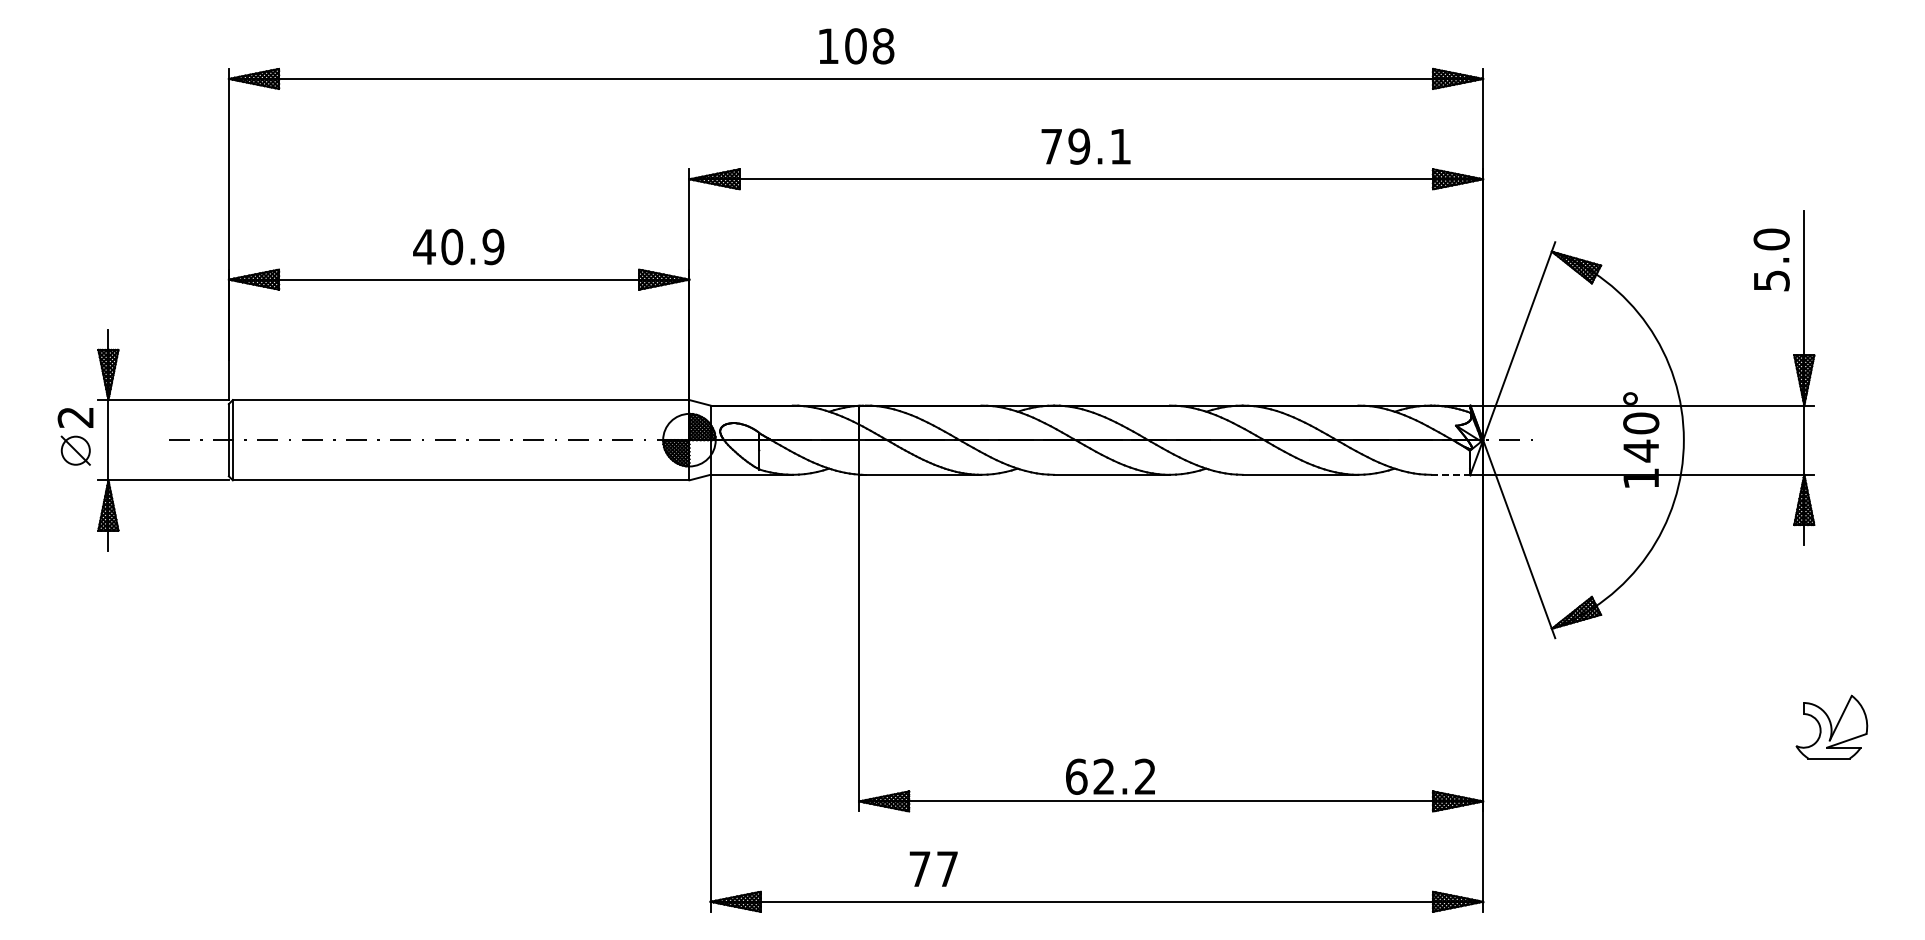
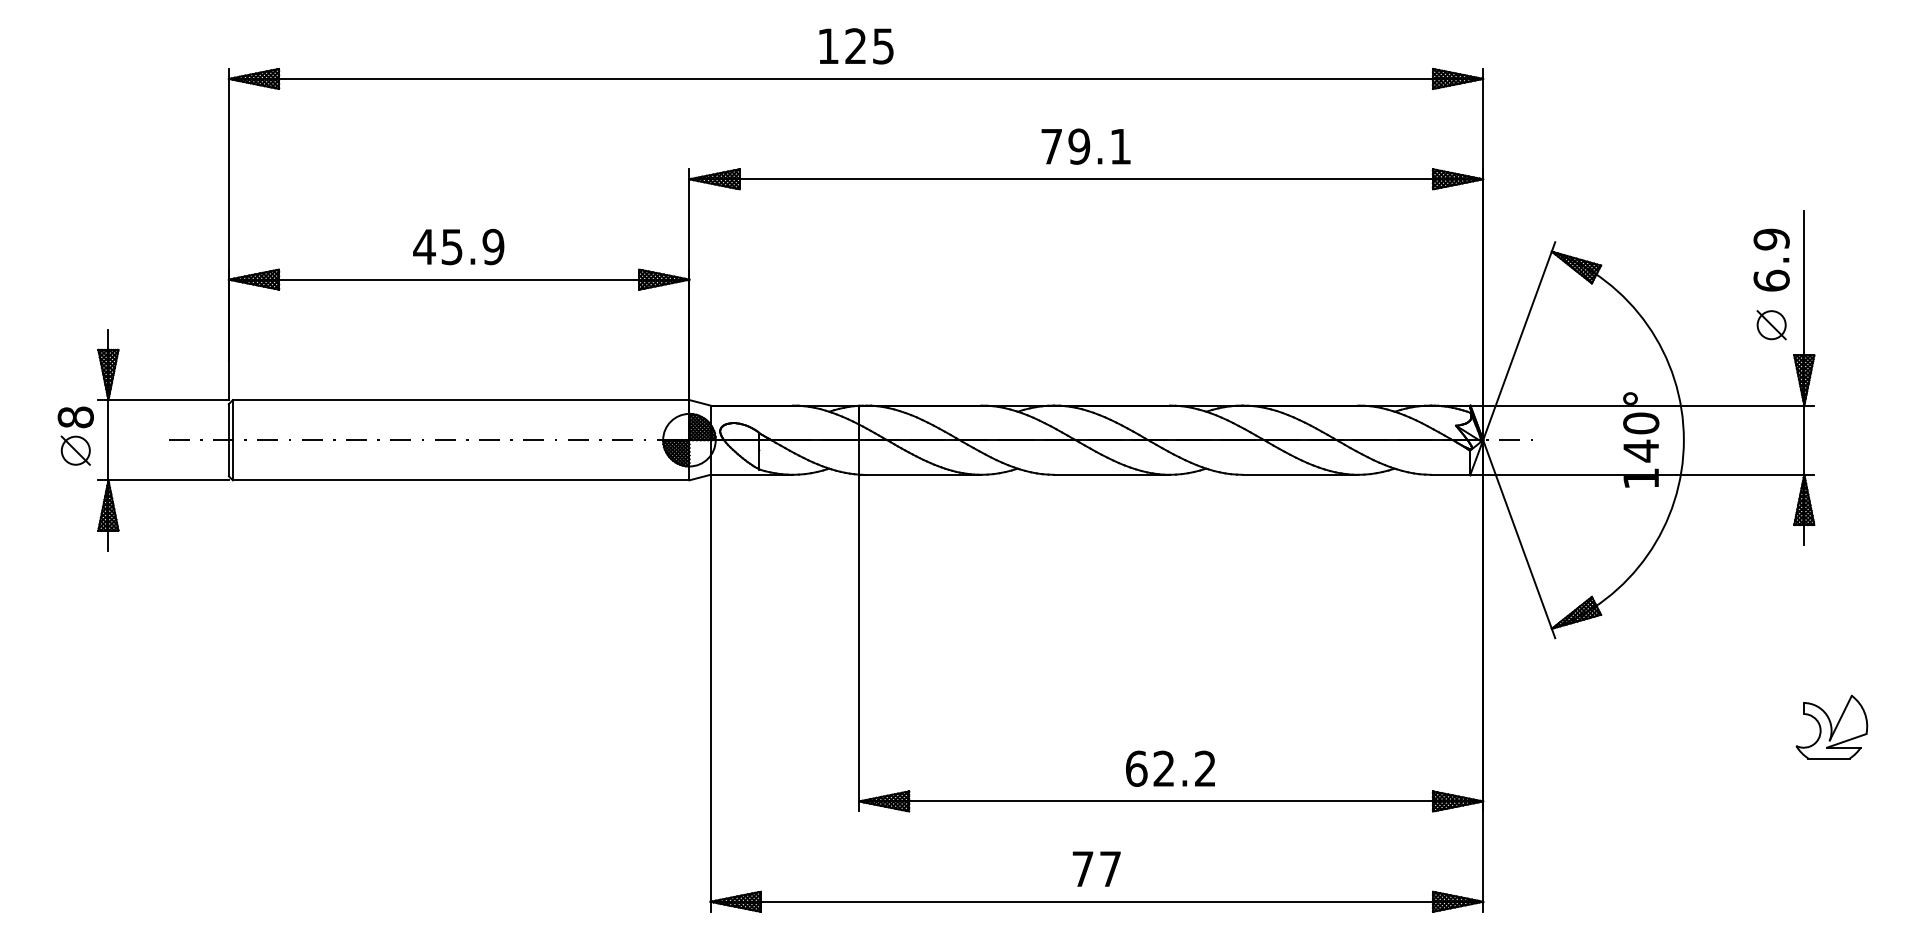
text at (869, 46): 108 -> 125
text at (452, 246): 40.9 -> 45.9
text at (1771, 259): 5.0 -> 6.9
part at (1771, 325): none -> present
text at (75, 417): 2 -> 8
line at (1450, 474): dashed -> solid
text at (1110, 776) position: (1110, 776) -> (1170, 768)
text at (933, 868) position: (933, 868) -> (1096, 868)
